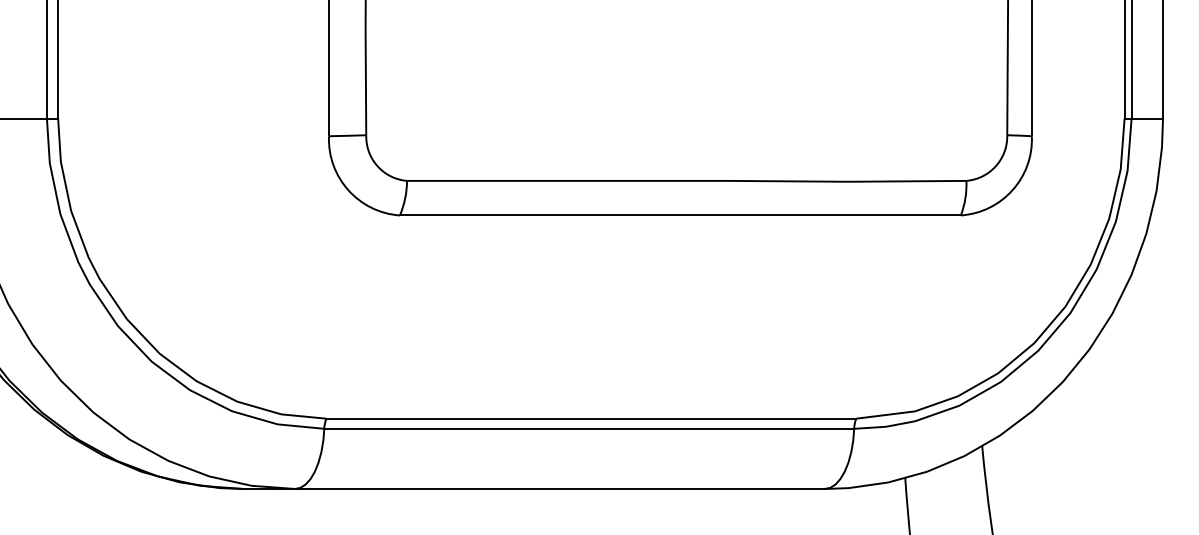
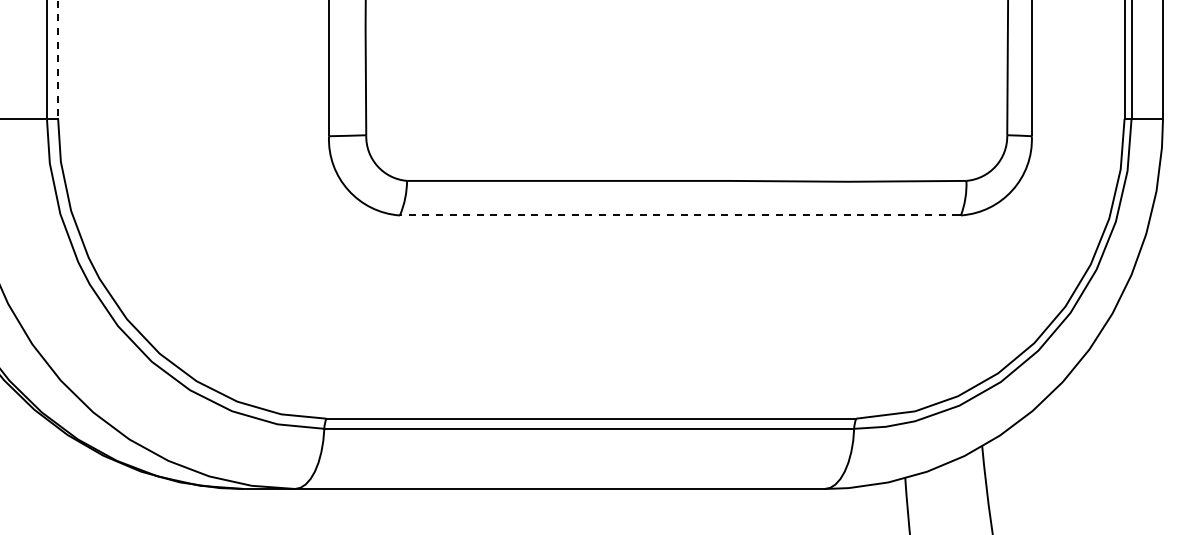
line at (58, 59): solid -> dashed
line at (680, 215): solid -> dashed
